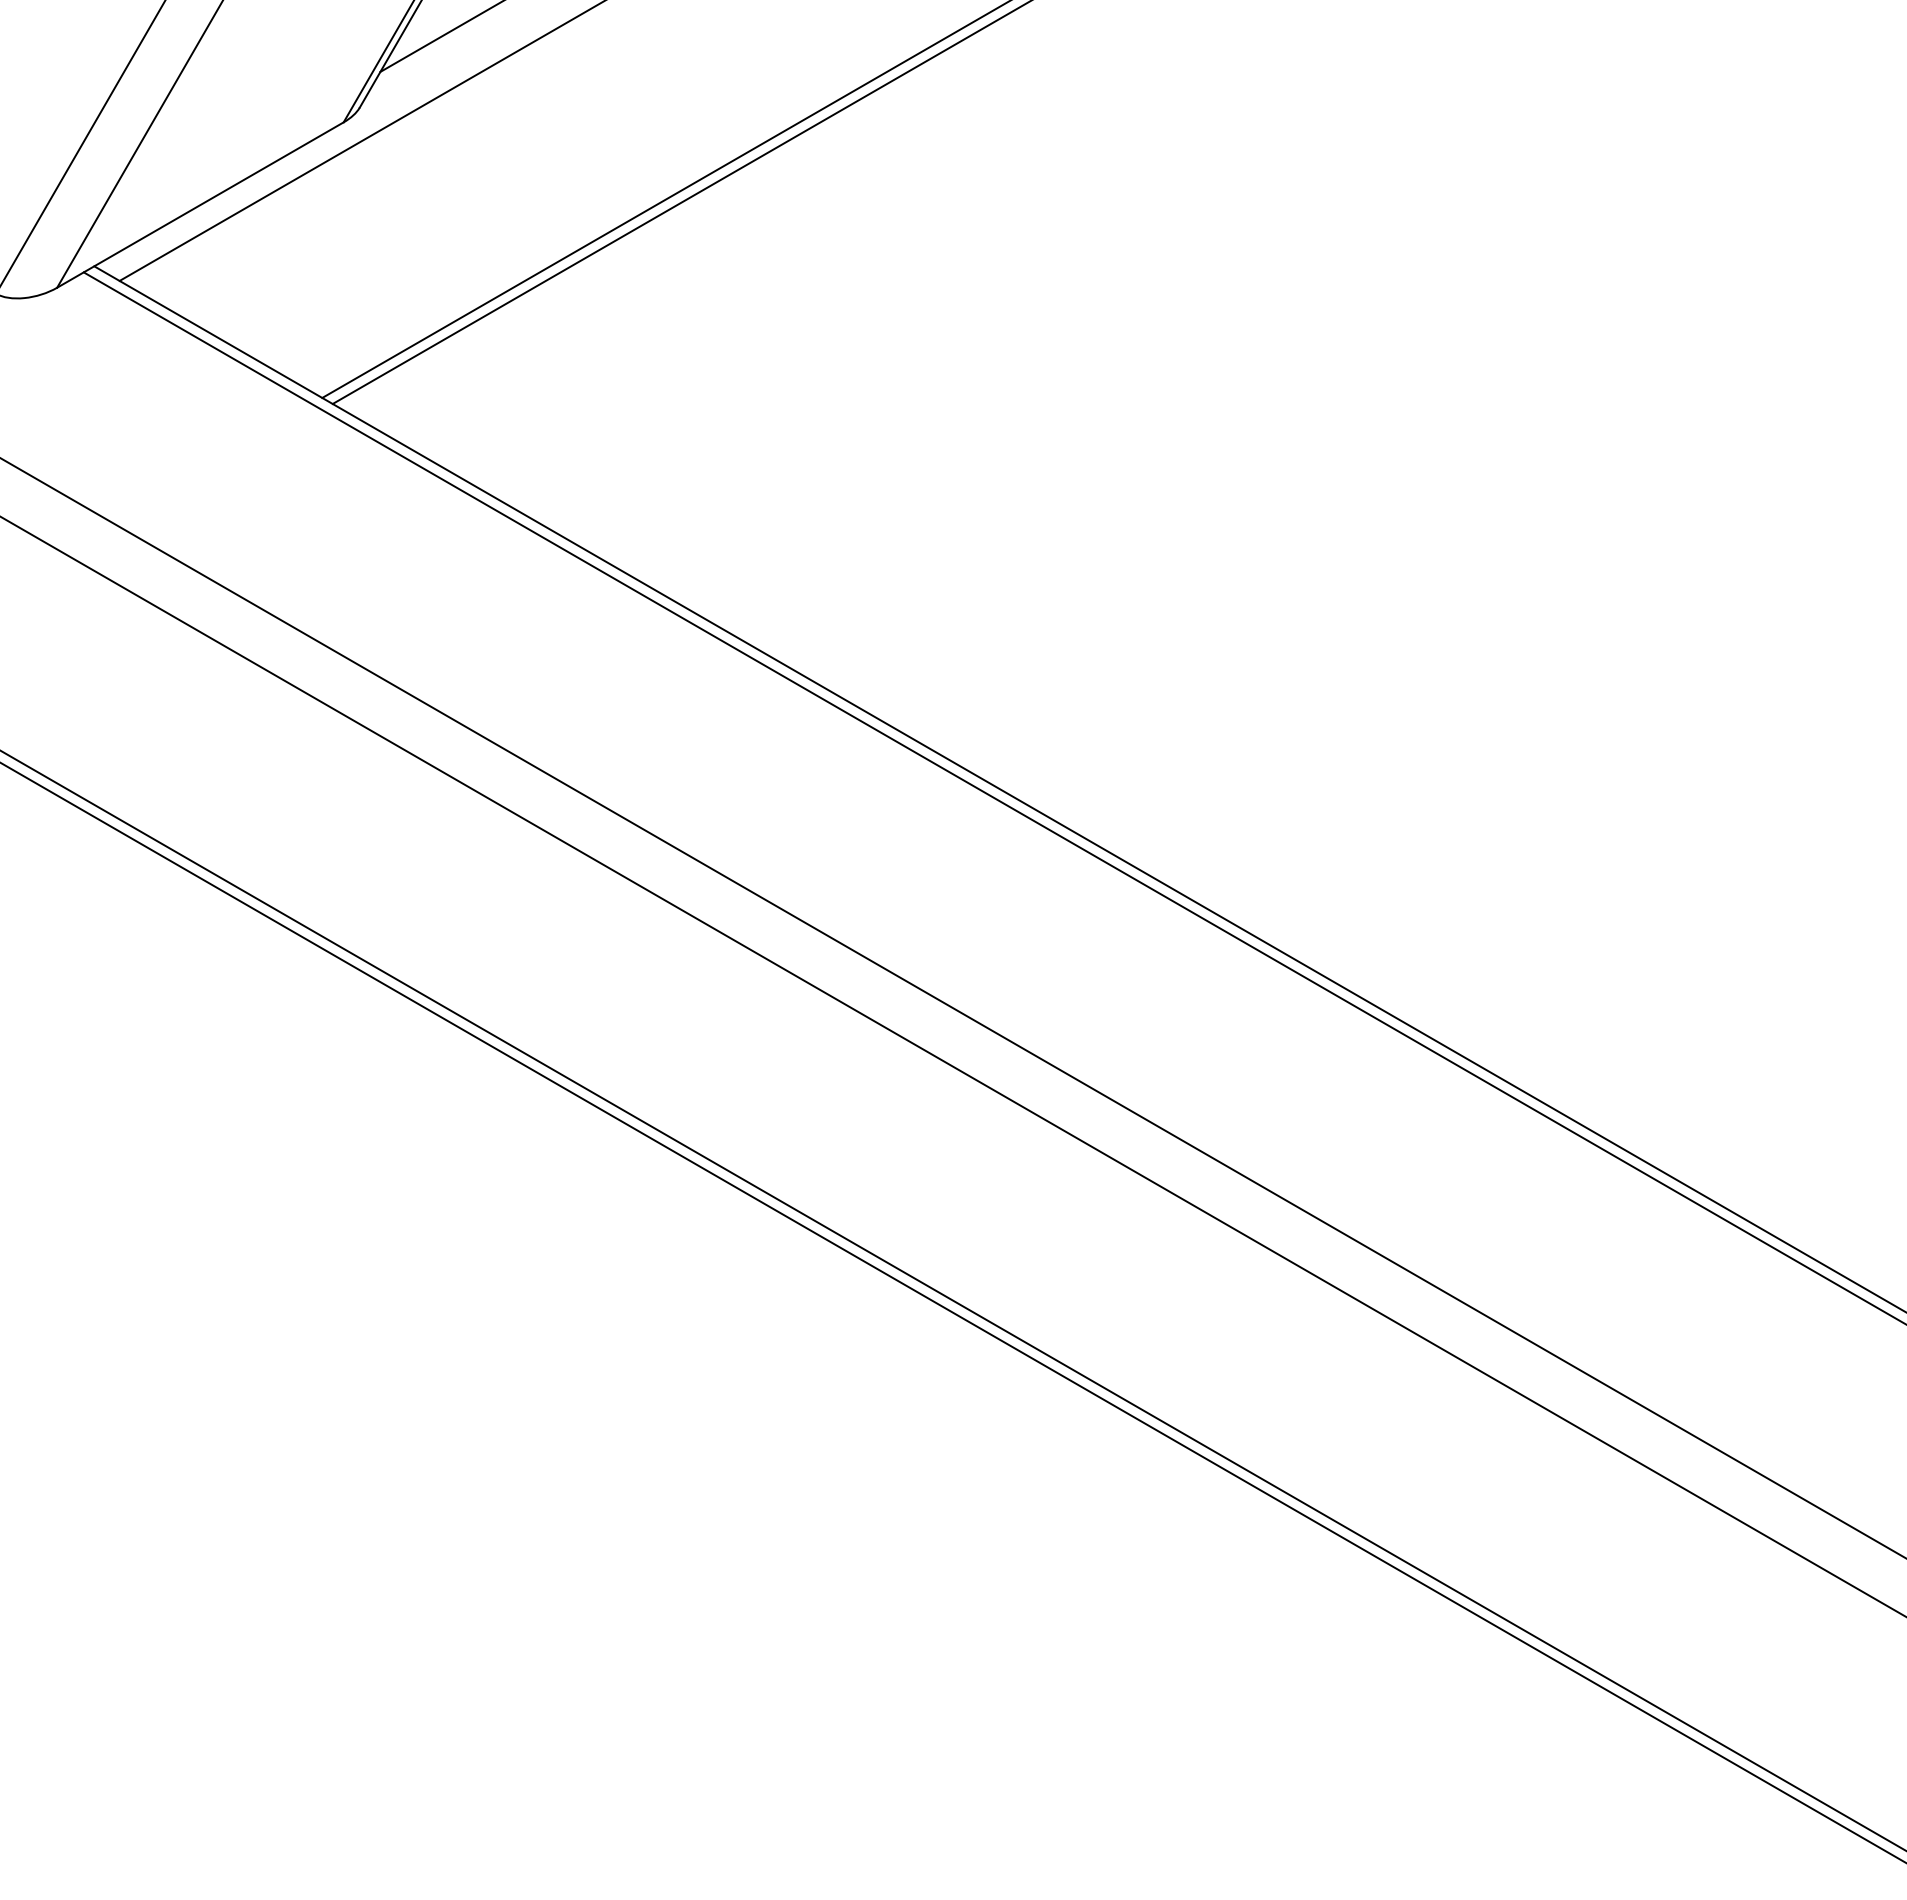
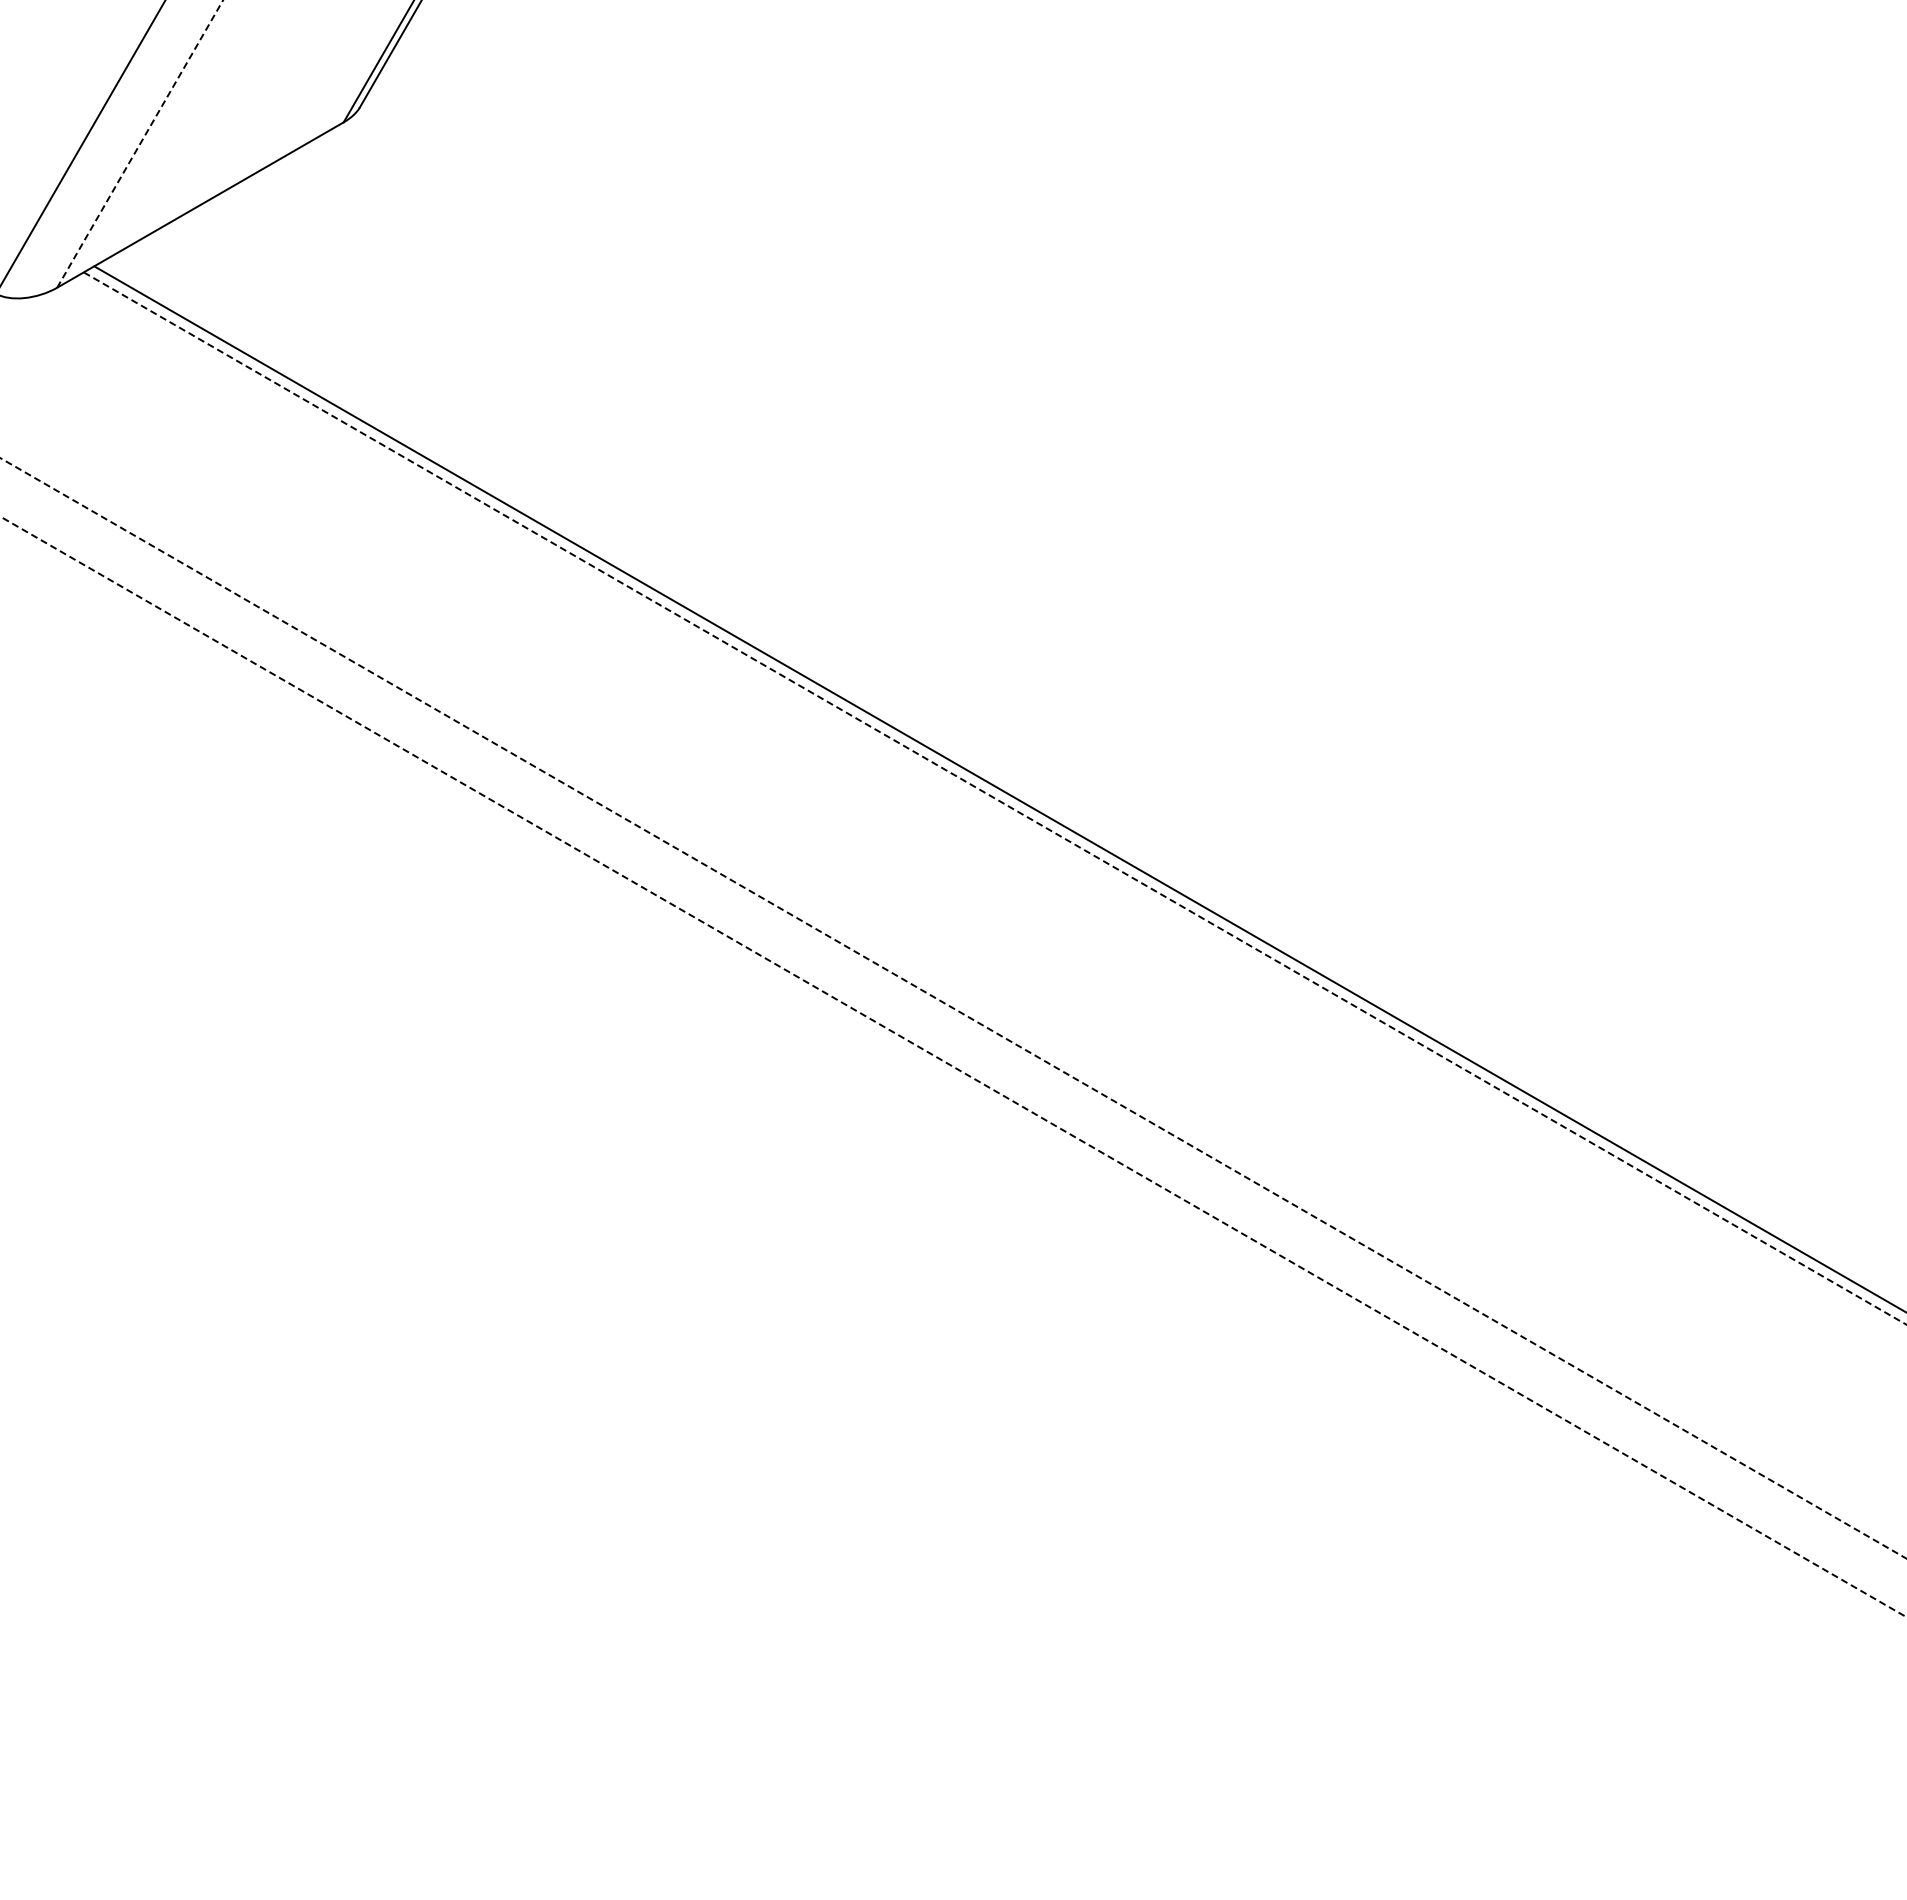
line at (440, 36): present -> none
line at (360, 141): present -> none
line at (140, 143): solid -> dashed
line at (664, 199): present -> none
line at (680, 202): present -> none
line at (995, 798): solid -> dashed
line at (954, 1008): solid -> dashed
line at (953, 1066): solid -> dashed
line at (952, 1300): present -> none
line at (952, 1312): present -> none
